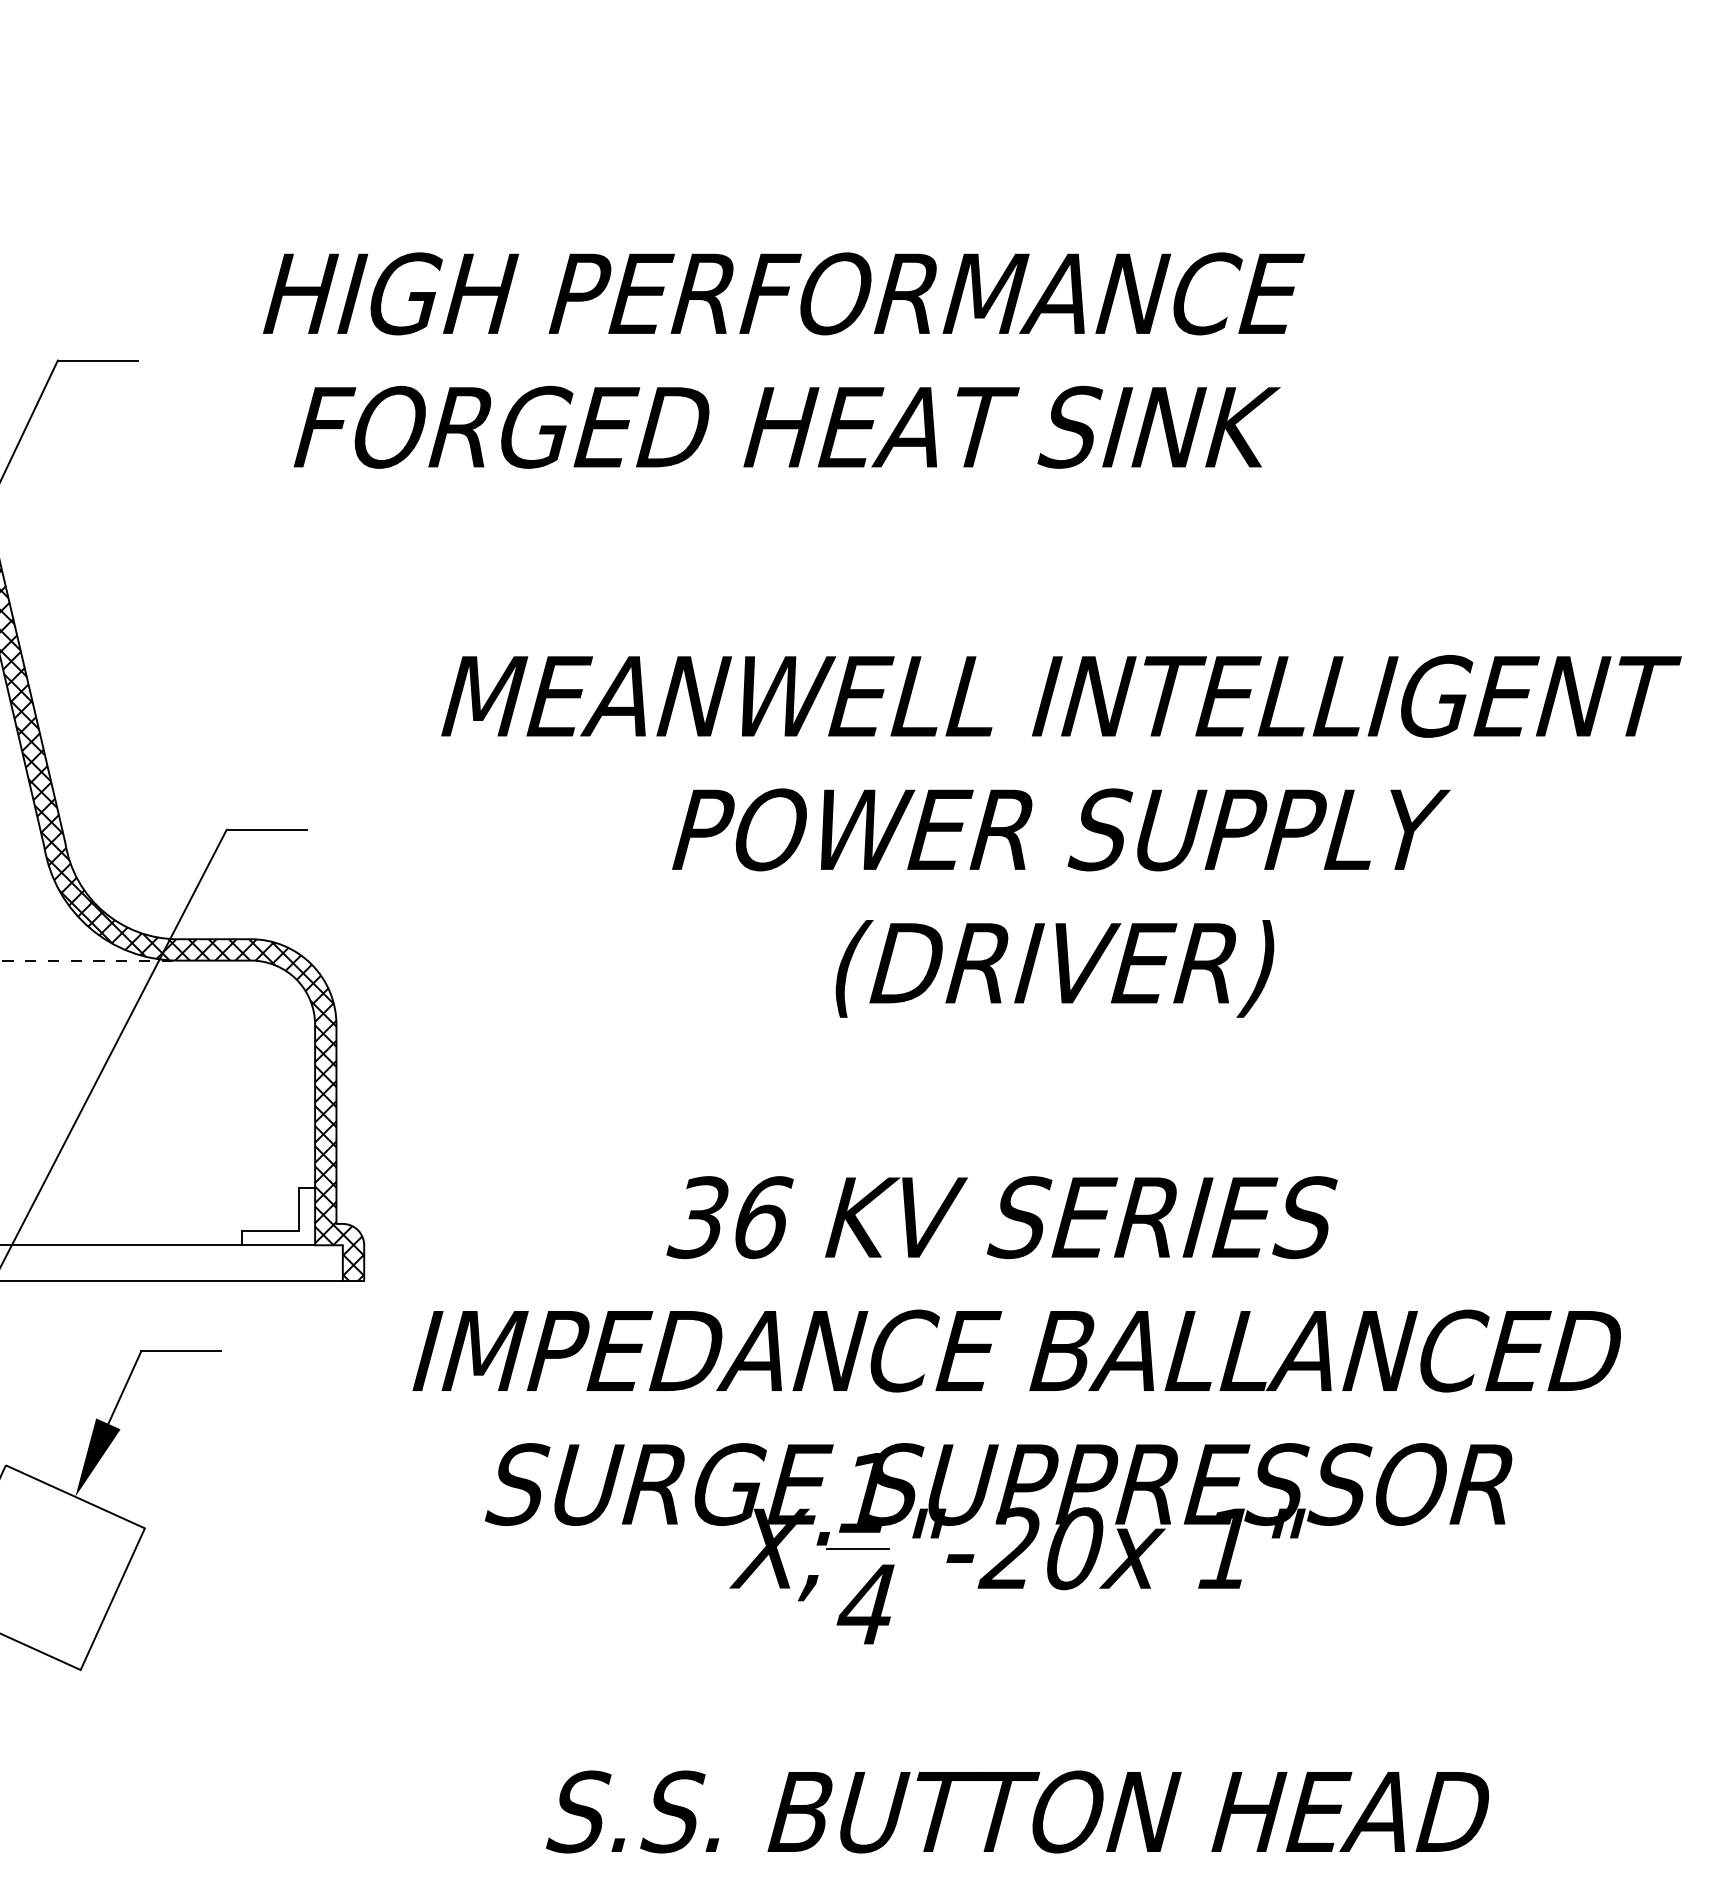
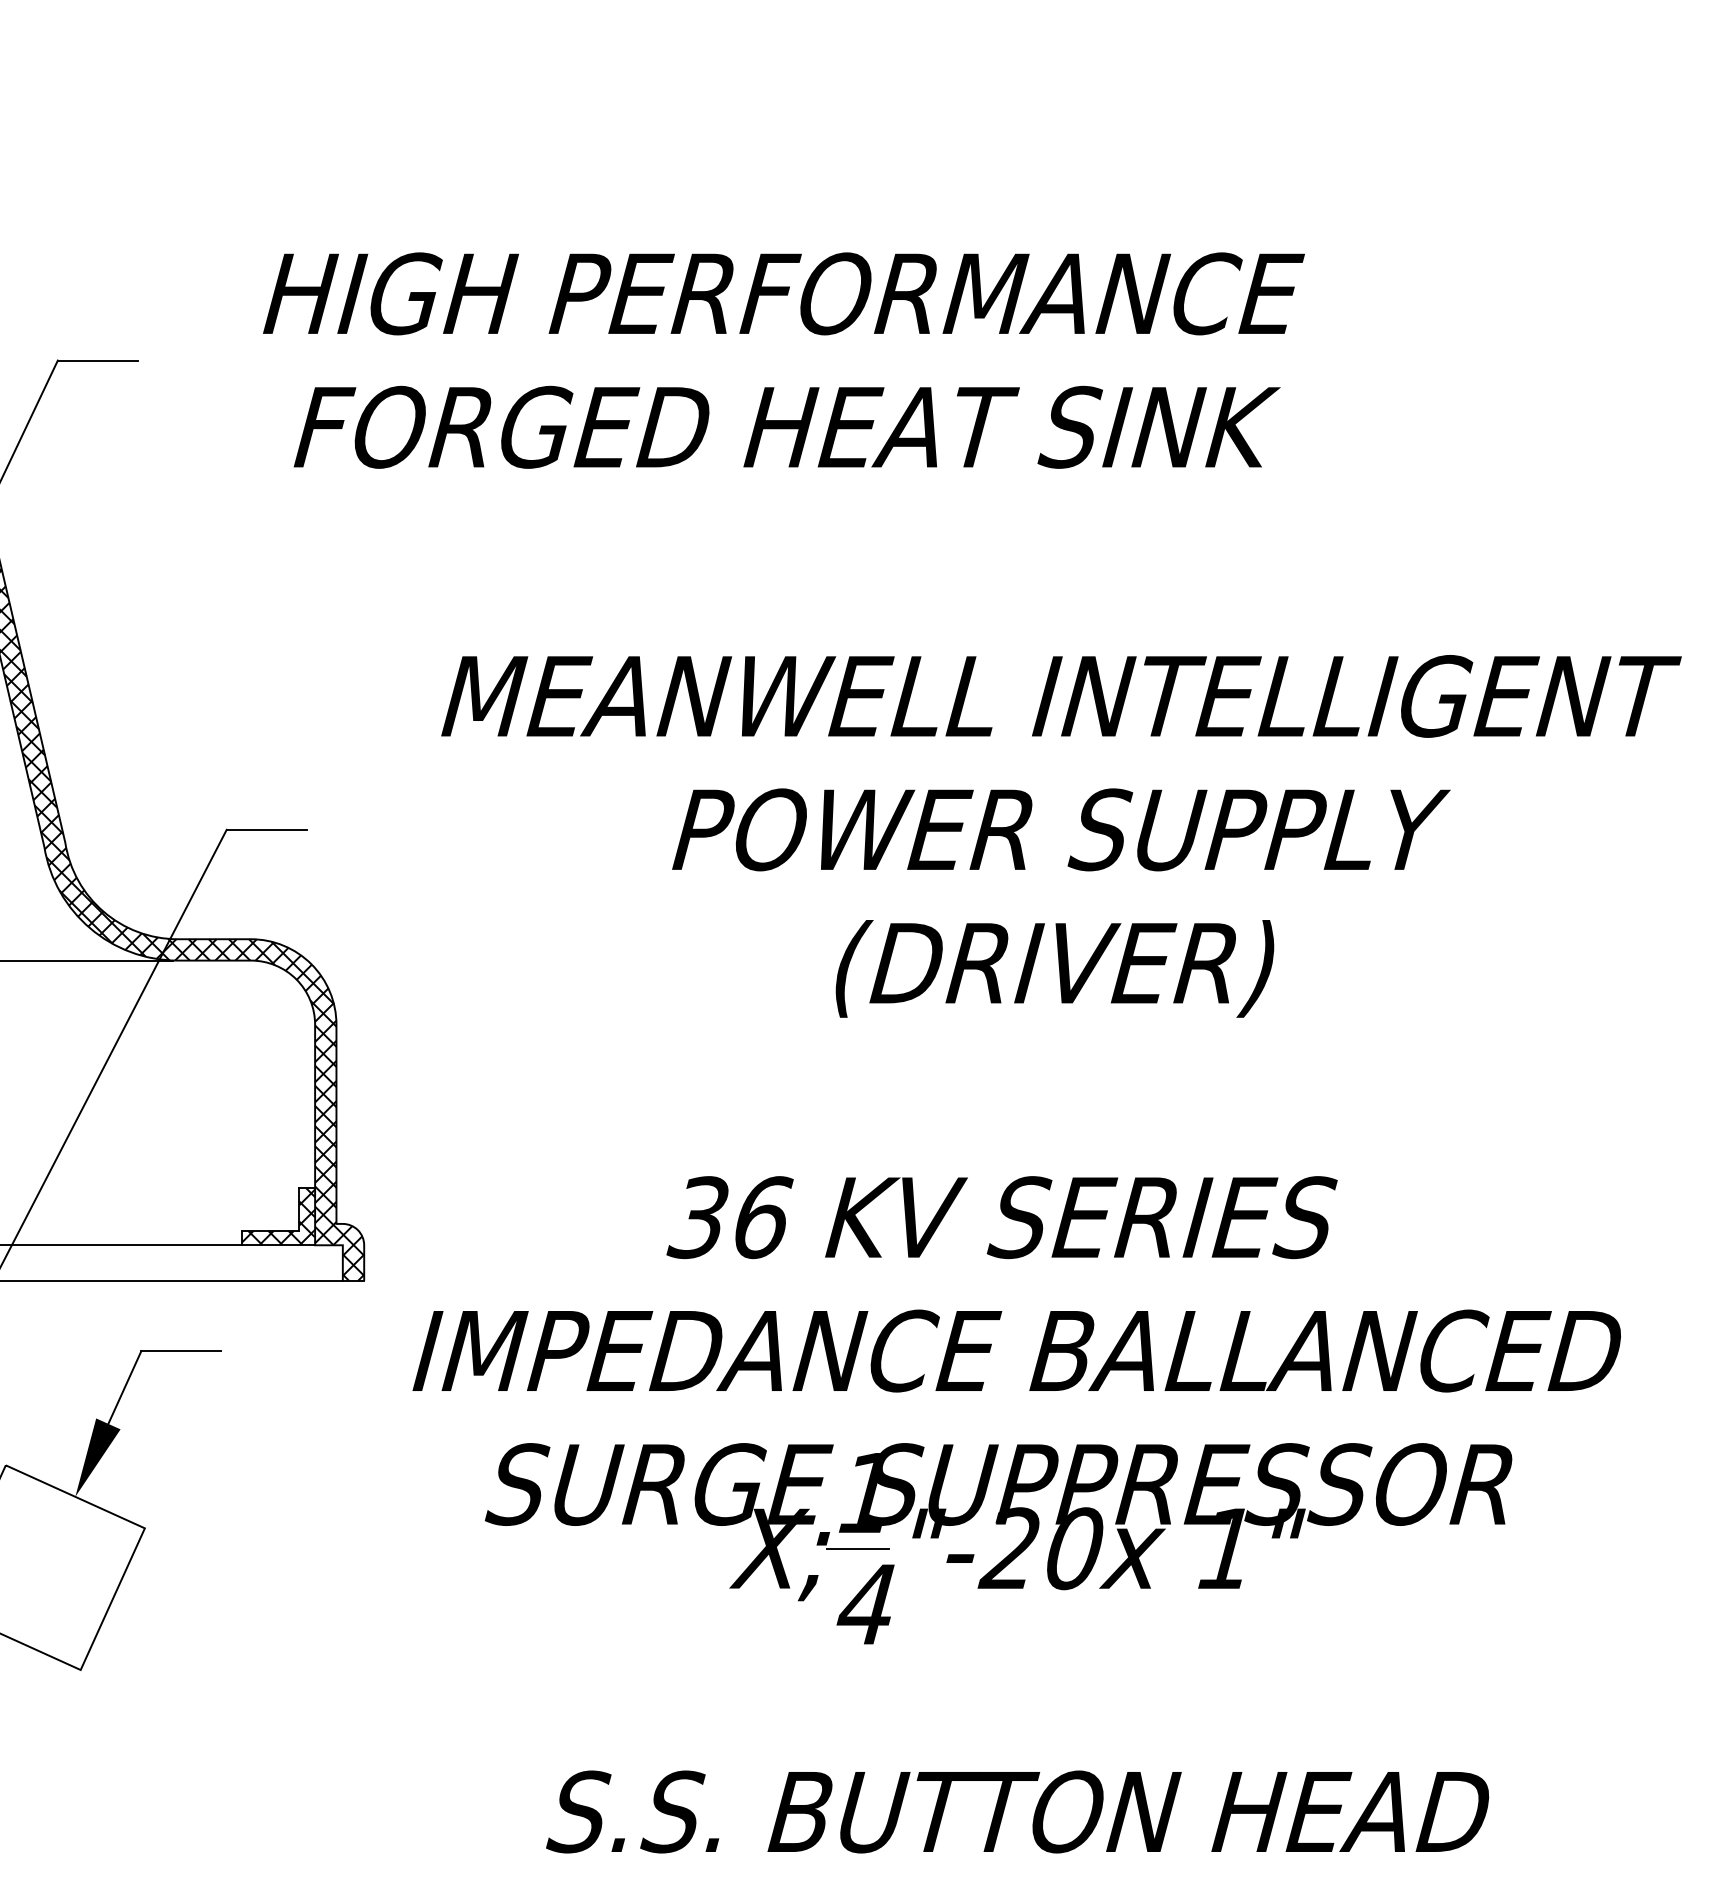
line at (86, 960): dashed -> solid
hatch at (278, 1216): none -> present
